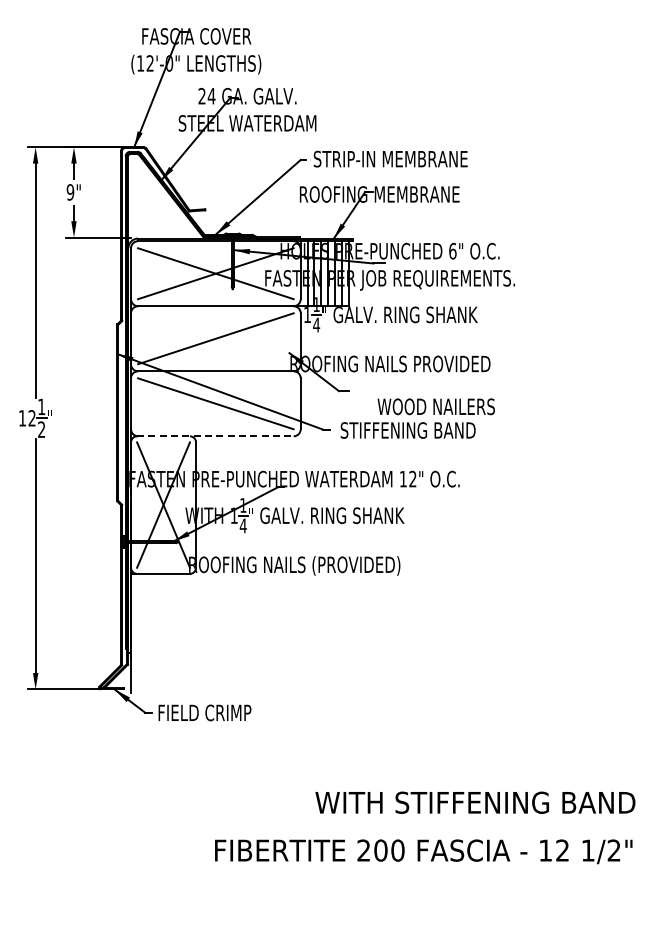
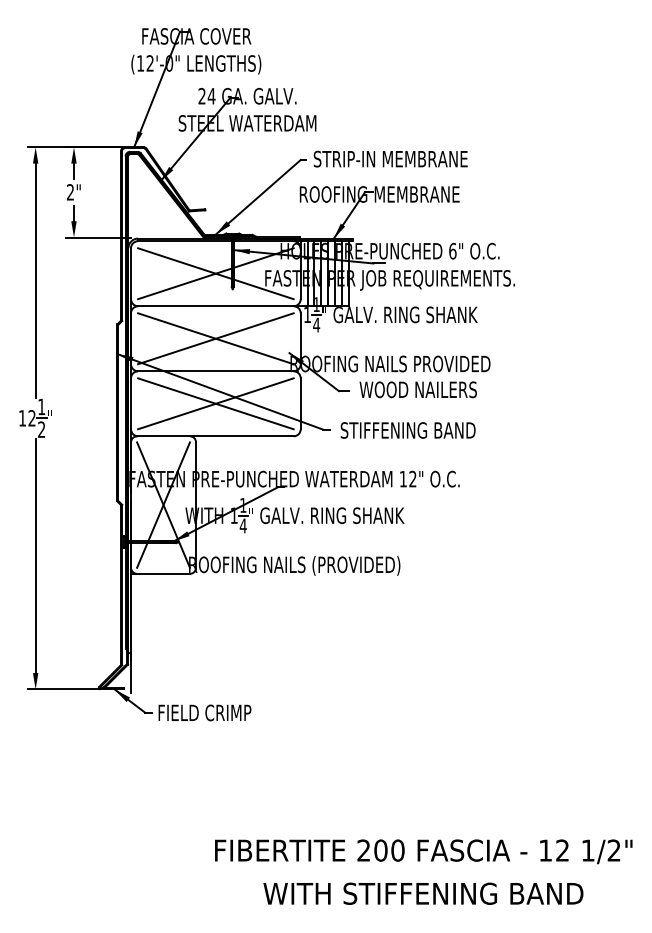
text at (70, 192): 9" -> 2"
line at (215, 338): none -> present
line at (215, 403): none -> present
text at (435, 406) position: (435, 406) -> (417, 389)
line at (215, 436): dashed -> solid
text at (475, 802) position: (475, 802) -> (423, 893)
